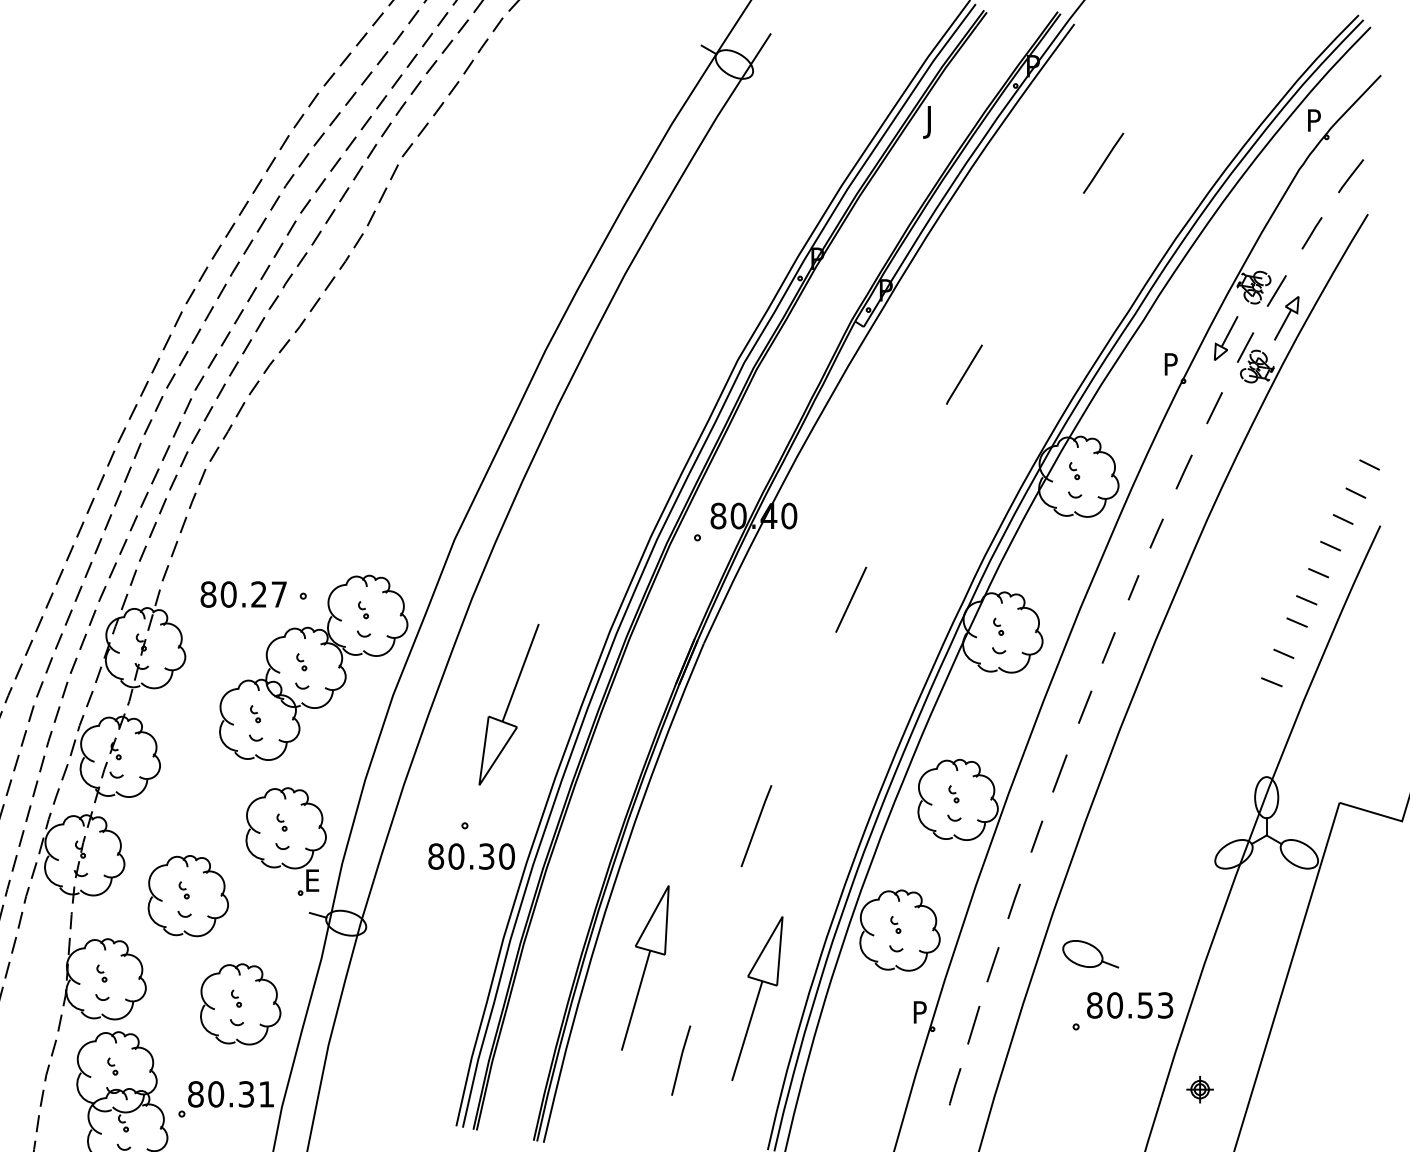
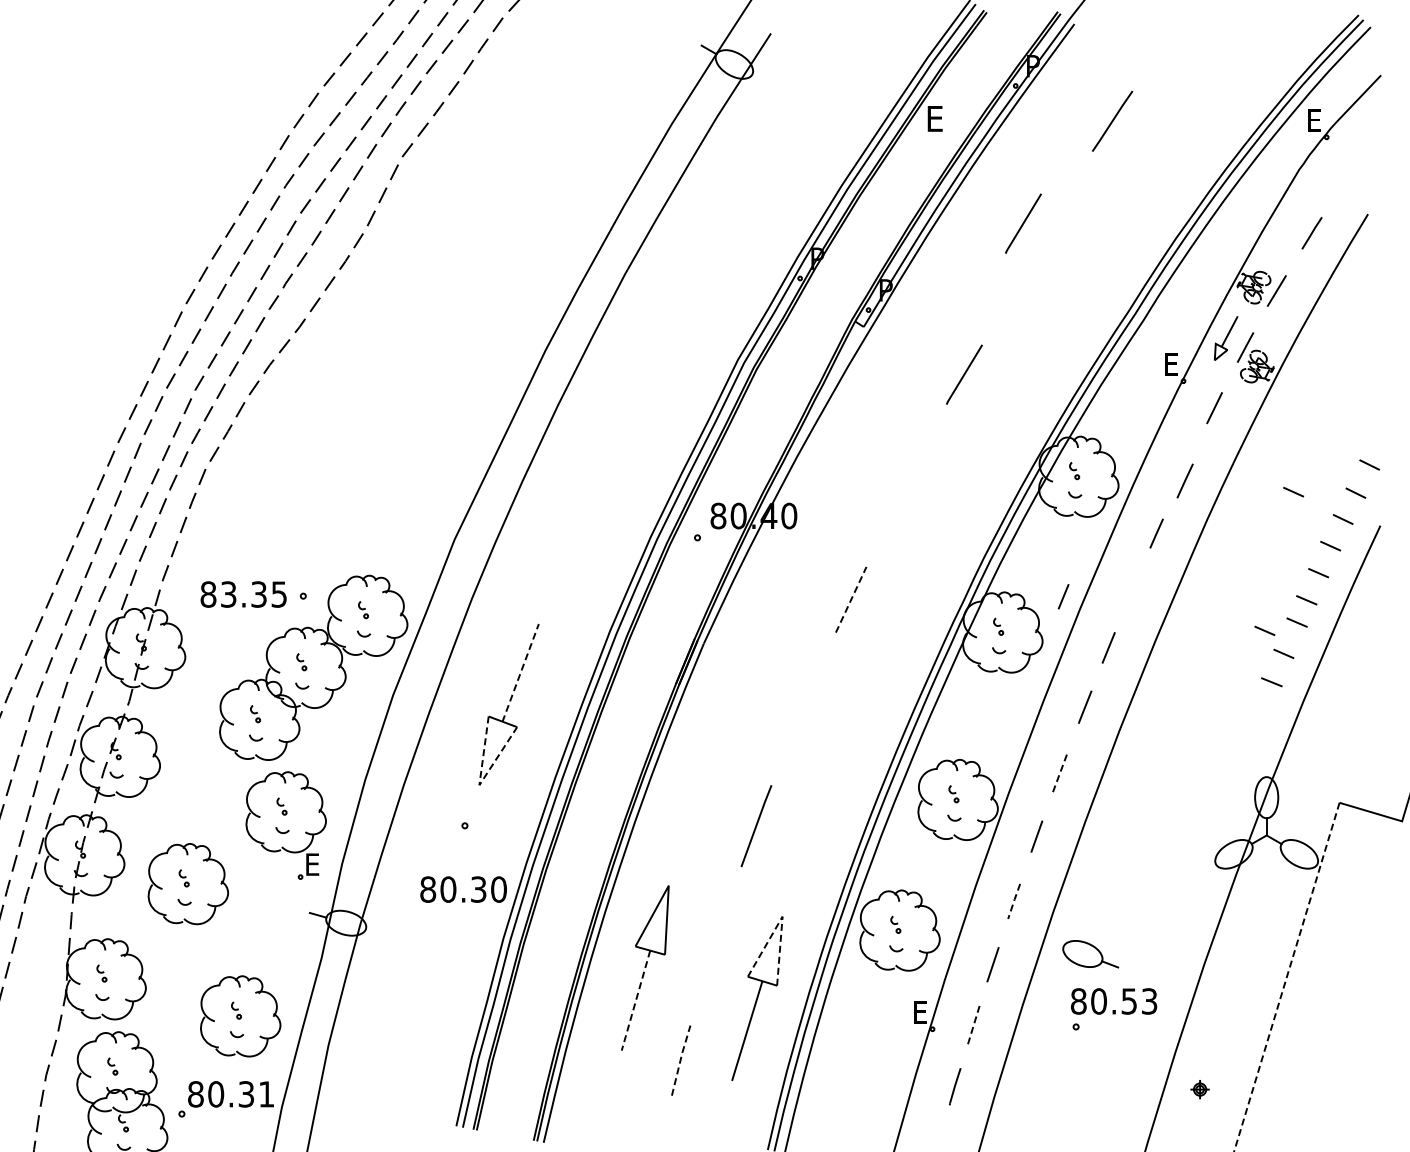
text at (1314, 120): P -> E
text at (932, 122): J -> E
line at (1103, 162) position: (1103, 162) -> (1112, 120)
line at (1351, 176): present -> none
line at (1023, 223): none -> present
part at (1286, 318): present -> none
text at (1170, 364): P -> E
line at (1183, 471) position: (1183, 471) -> (1184, 480)
line at (1293, 492): none -> present
line at (1133, 587) position: (1133, 587) -> (1063, 596)
text at (253, 594): 80.27 -> 83.35
line at (851, 599): solid -> dashed
line at (1264, 630): none -> present
line at (520, 672): solid -> dashed
line at (1059, 774): solid -> dashed
line at (479, 785): solid -> dashed
part at (285, 841) position: (285, 841) -> (285, 825)
text at (471, 856) position: (471, 856) -> (463, 889)
part at (187, 896) position: (187, 896) -> (187, 884)
line at (1014, 901): solid -> dashed
line at (782, 916): solid -> dashed
line at (1286, 977): solid -> dashed
line at (635, 1001): solid -> dashed
part at (240, 1004) position: (240, 1004) -> (240, 1016)
text at (1130, 1005) position: (1130, 1005) -> (1114, 1001)
text at (919, 1012): P -> E
line at (973, 1025): solid -> dashed
line at (680, 1059): solid -> dashed
part at (1199, 1089) size: 28x29 px -> 20x20 px
